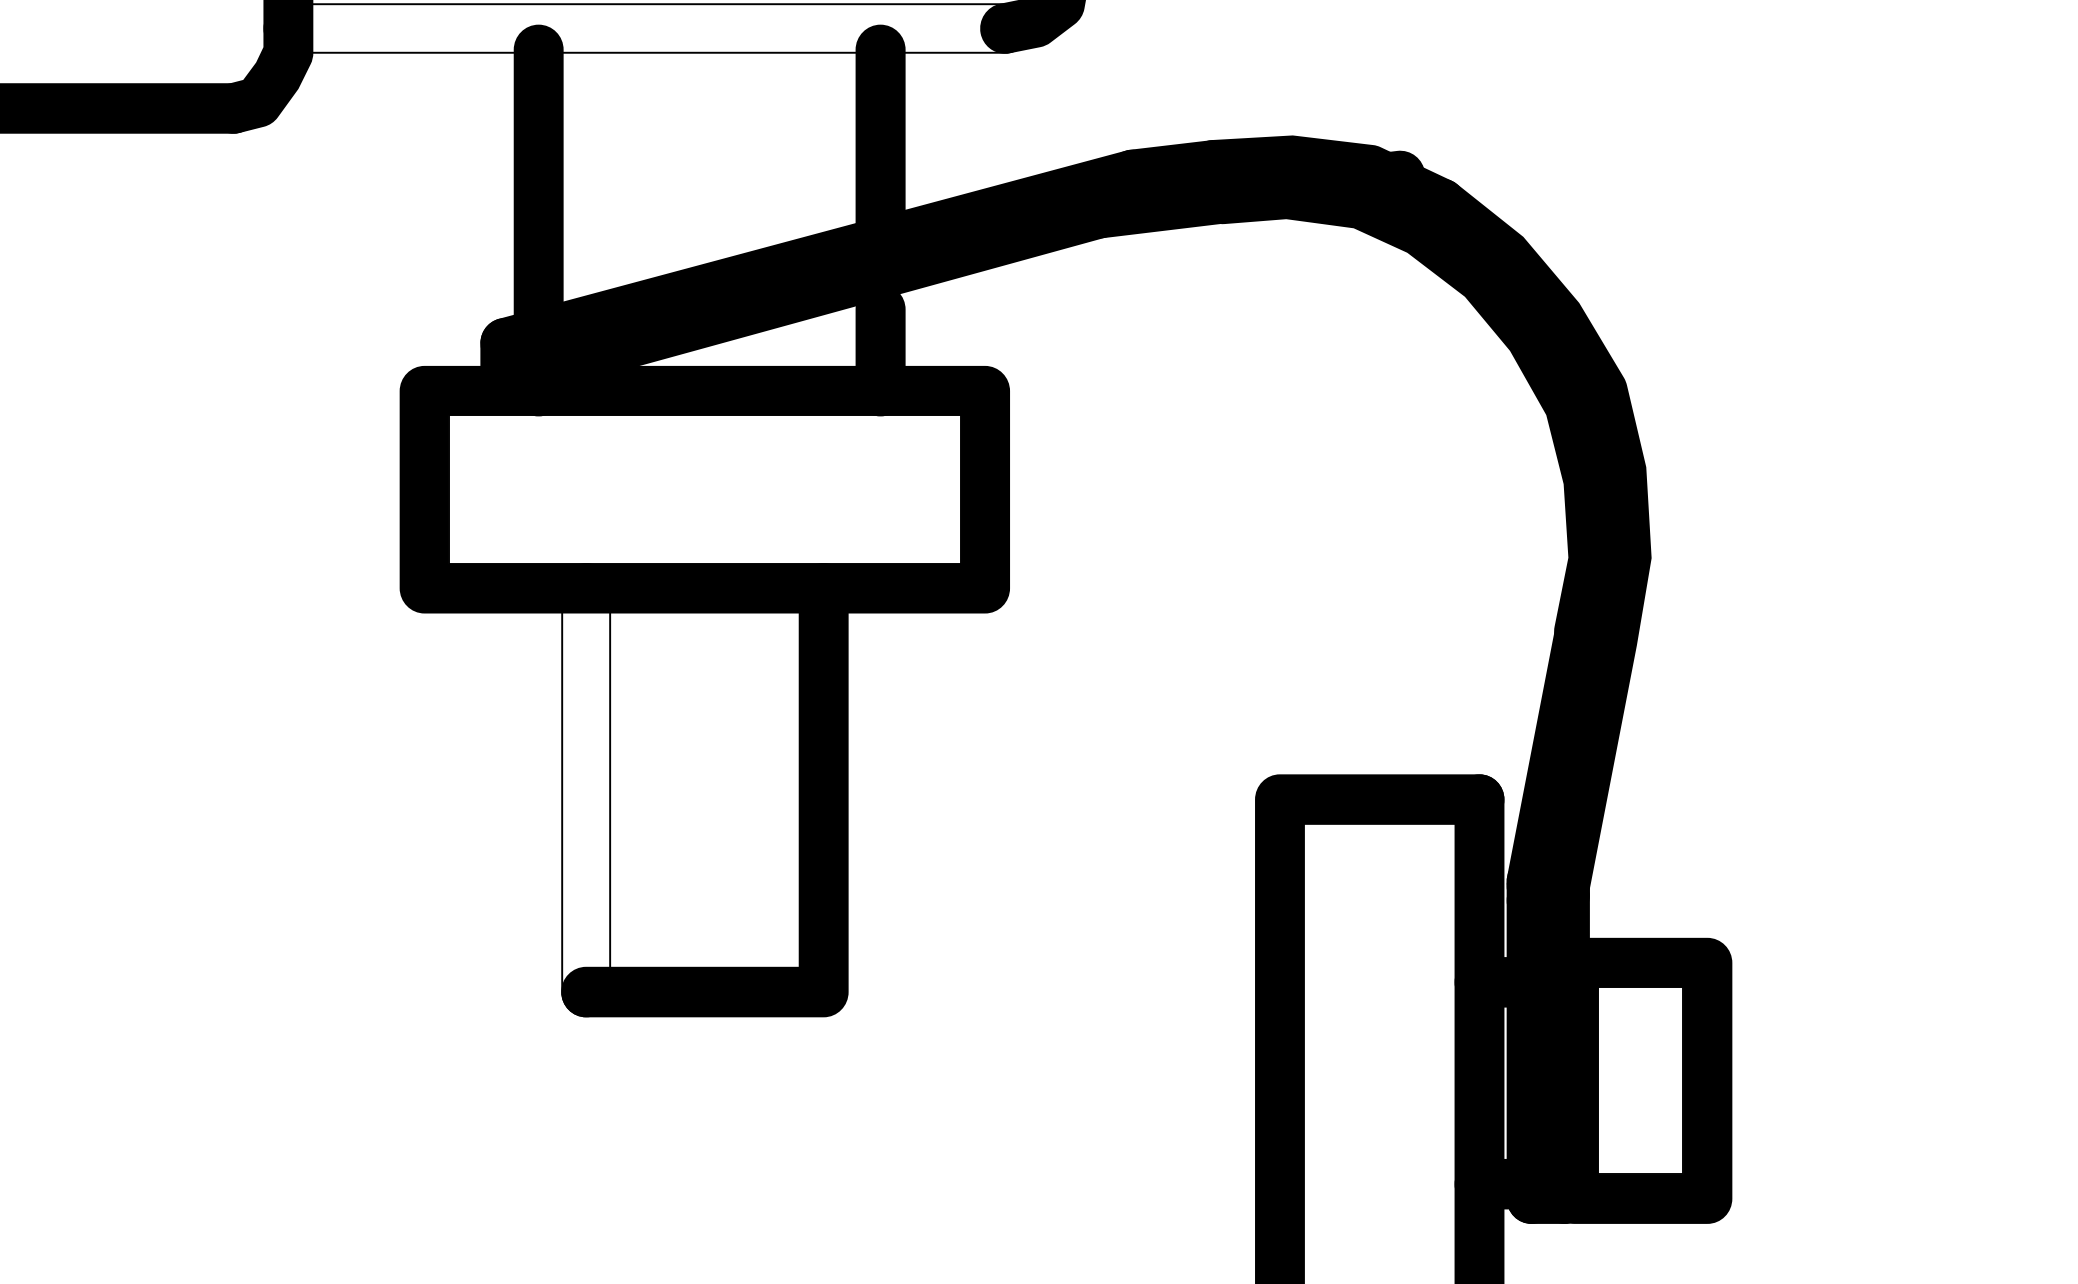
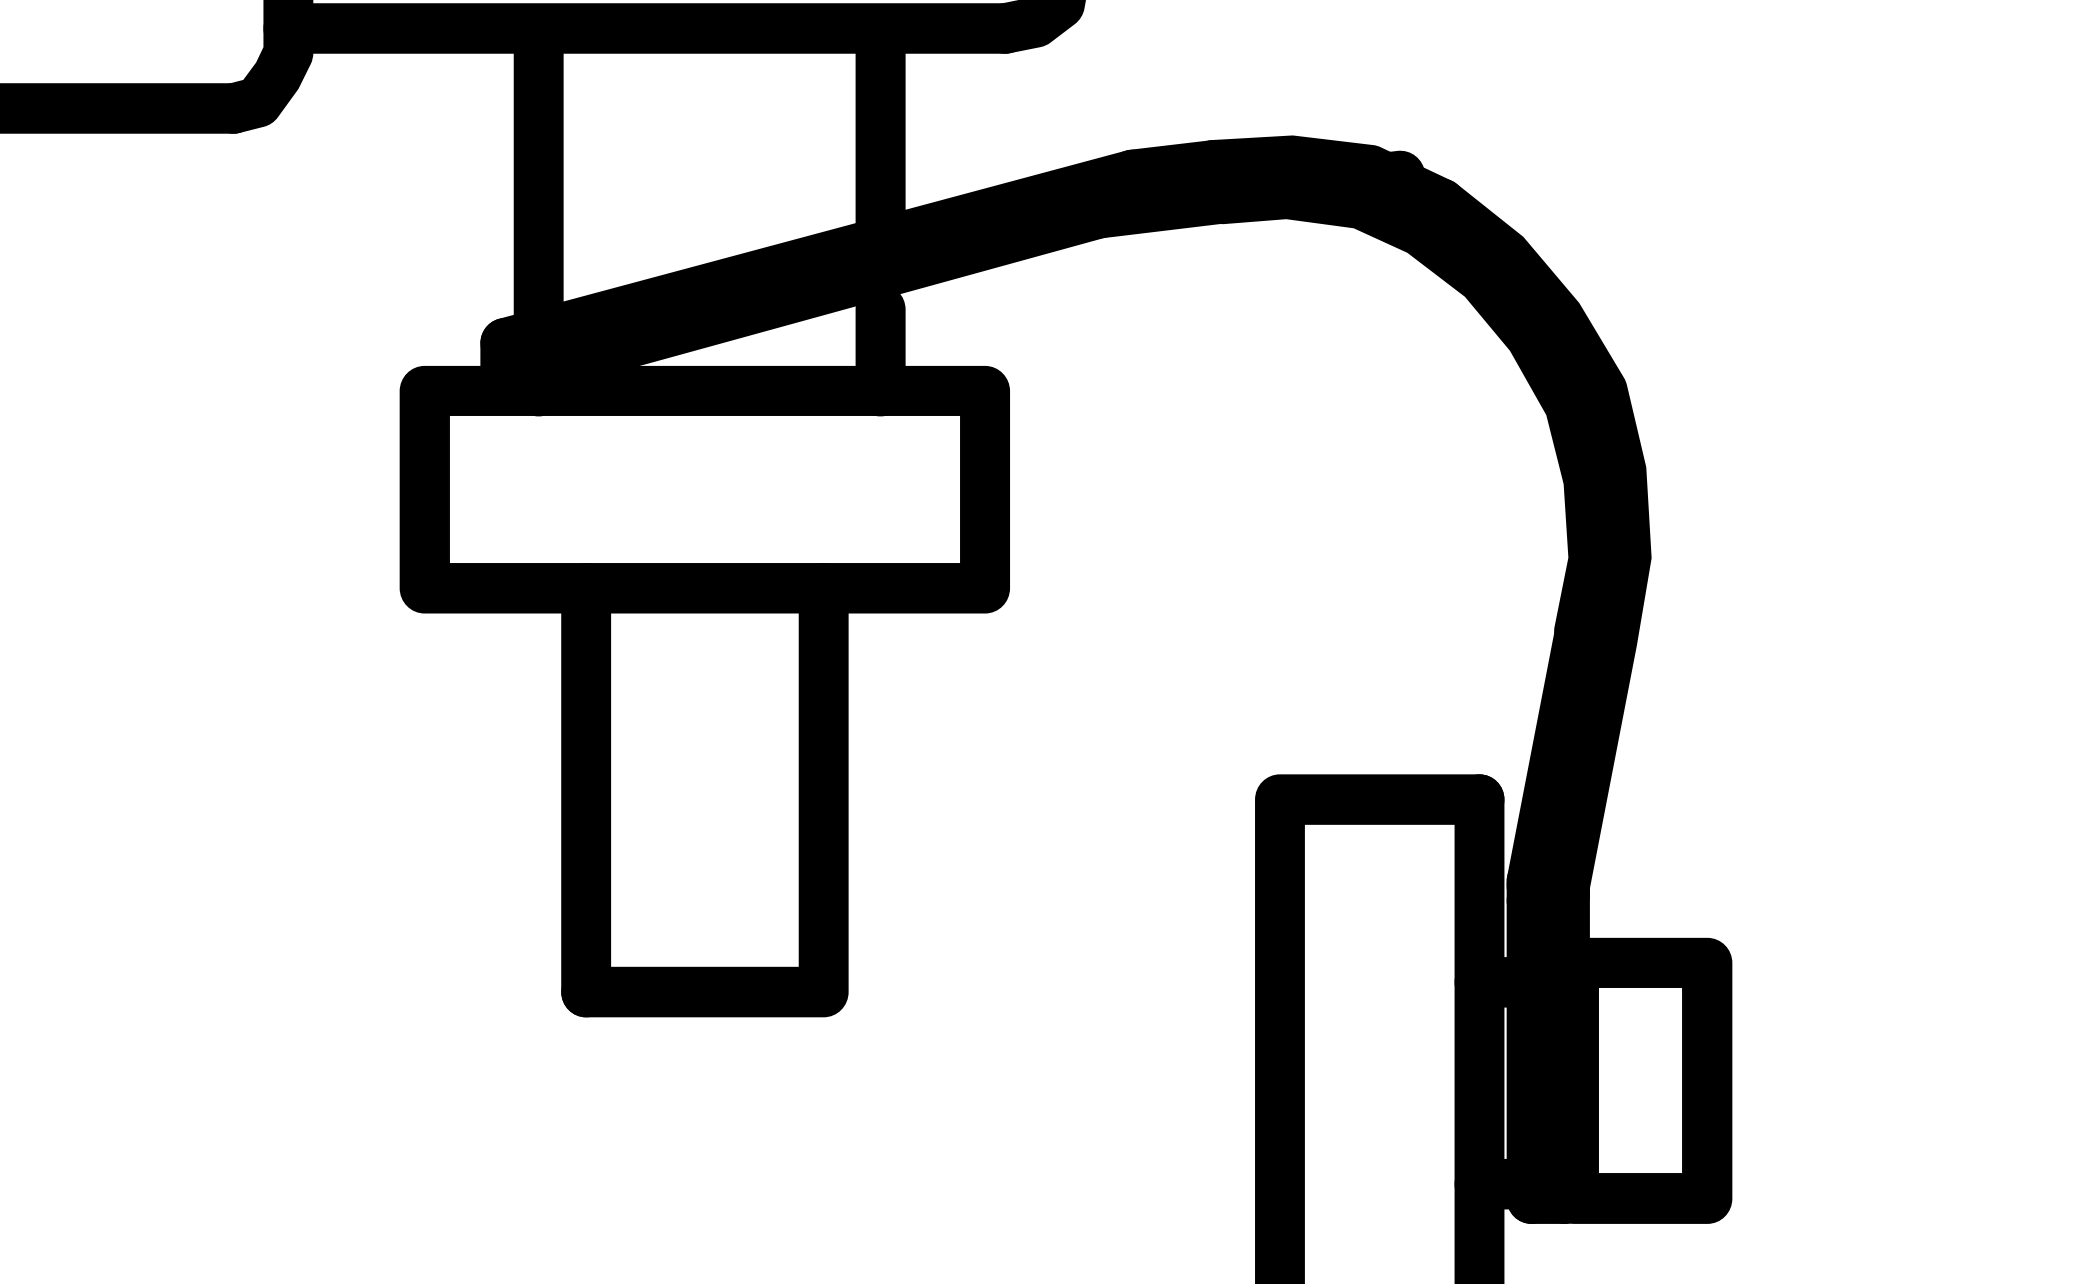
fill at (646, 28): none -> present
fill at (586, 789): none -> present
